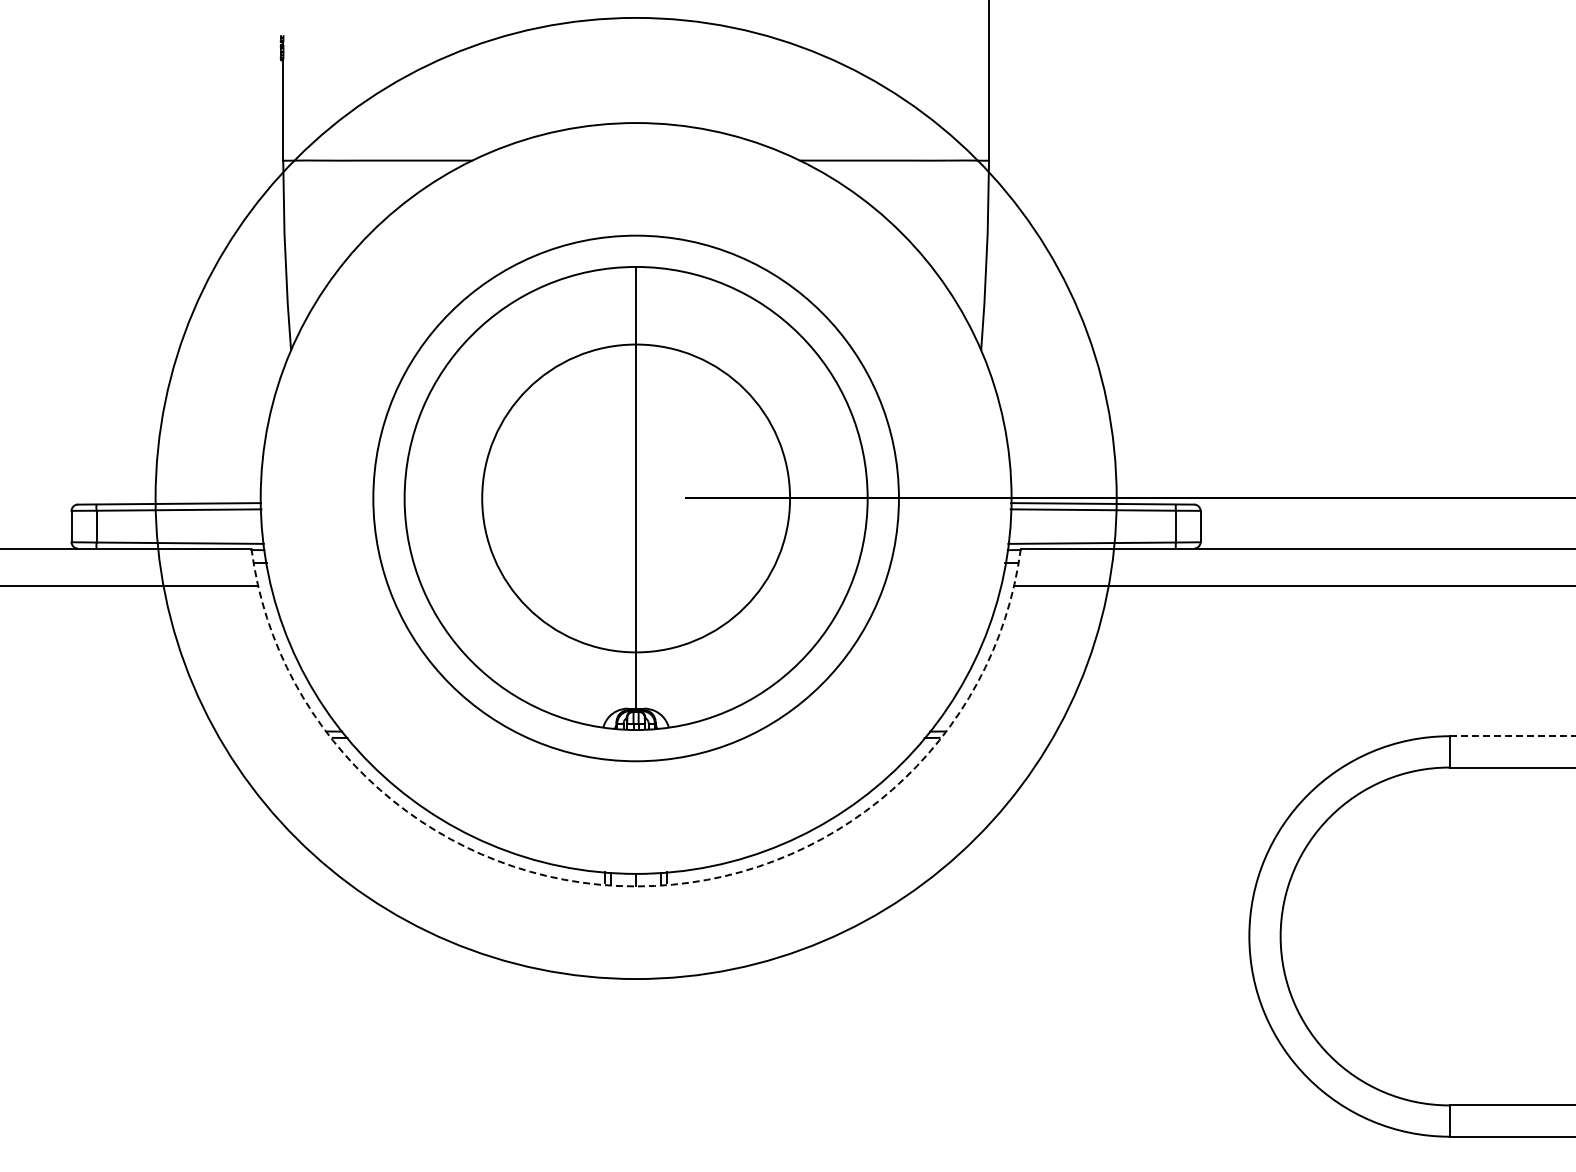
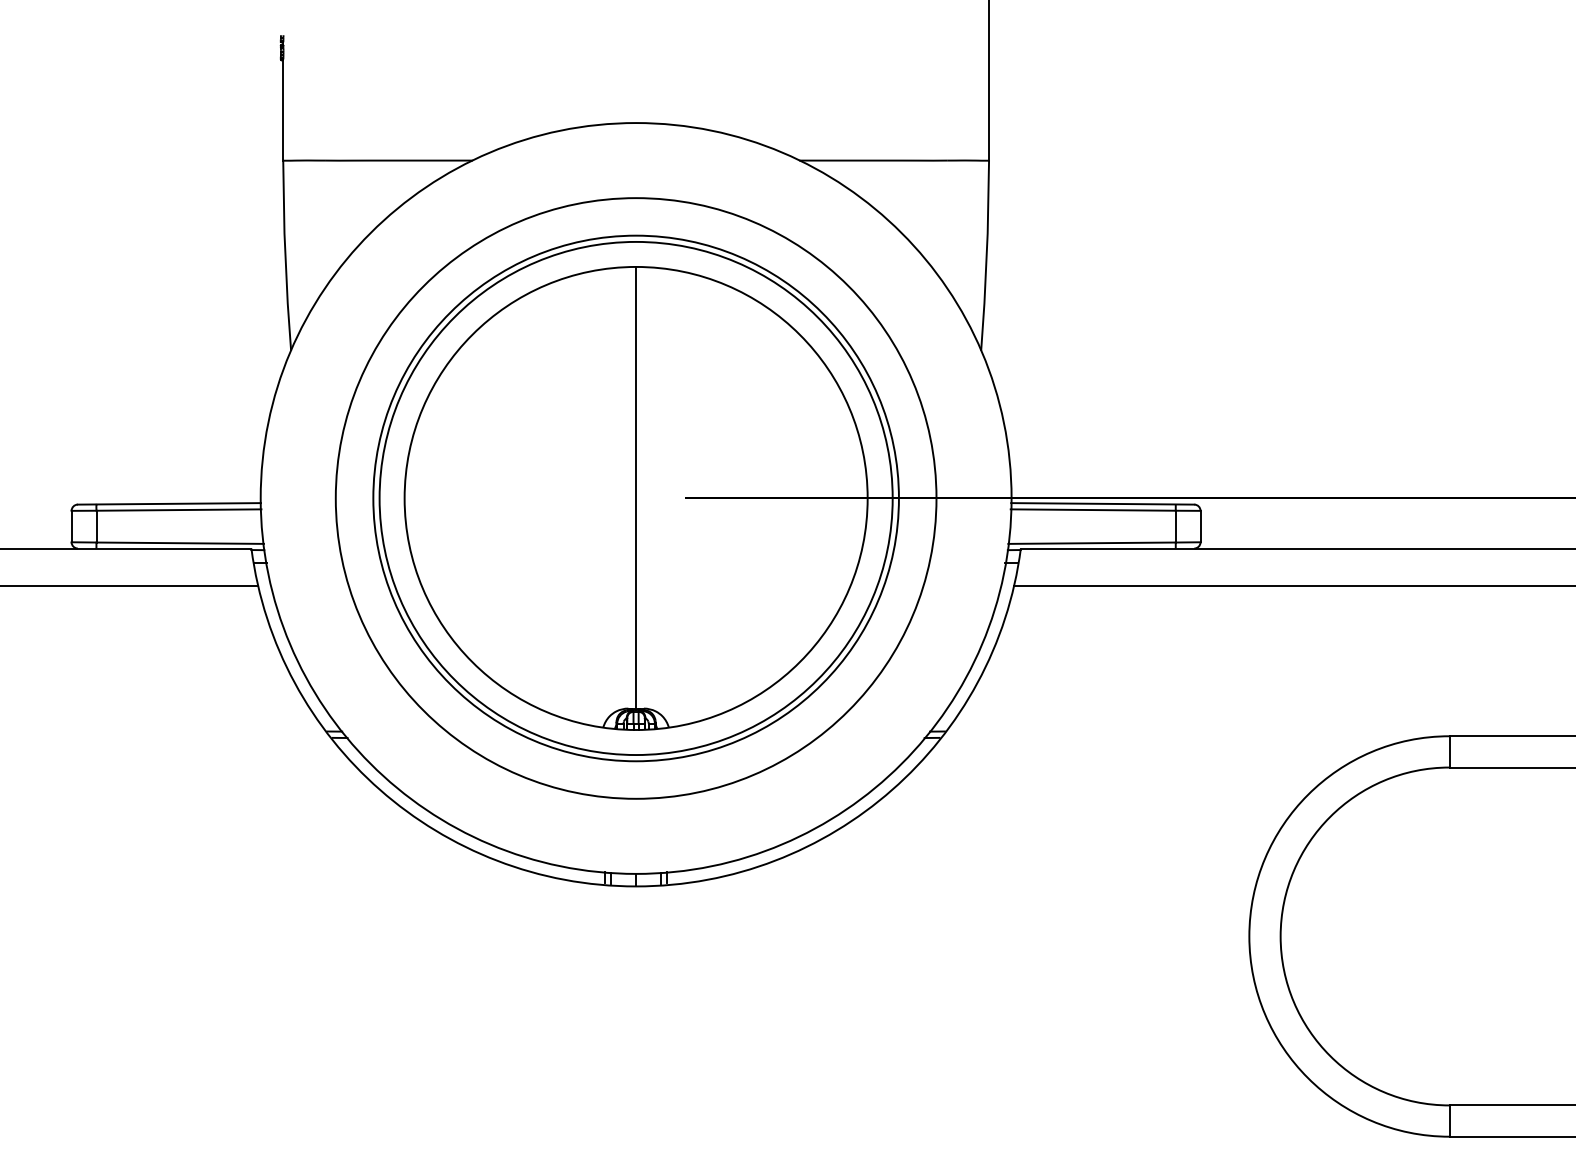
circle at (635, 498) diameter: 961 px -> 601 px
circle at (636, 498) diameter: 308 px -> 513 px
line at (1512, 736): dashed -> solid
arc at (636, 886): dashed -> solid
